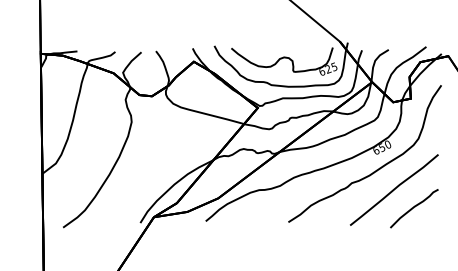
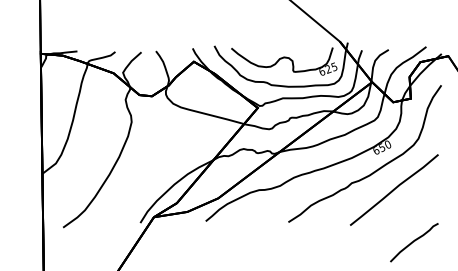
curve at (414, 207) position: (414, 207) -> (414, 241)
